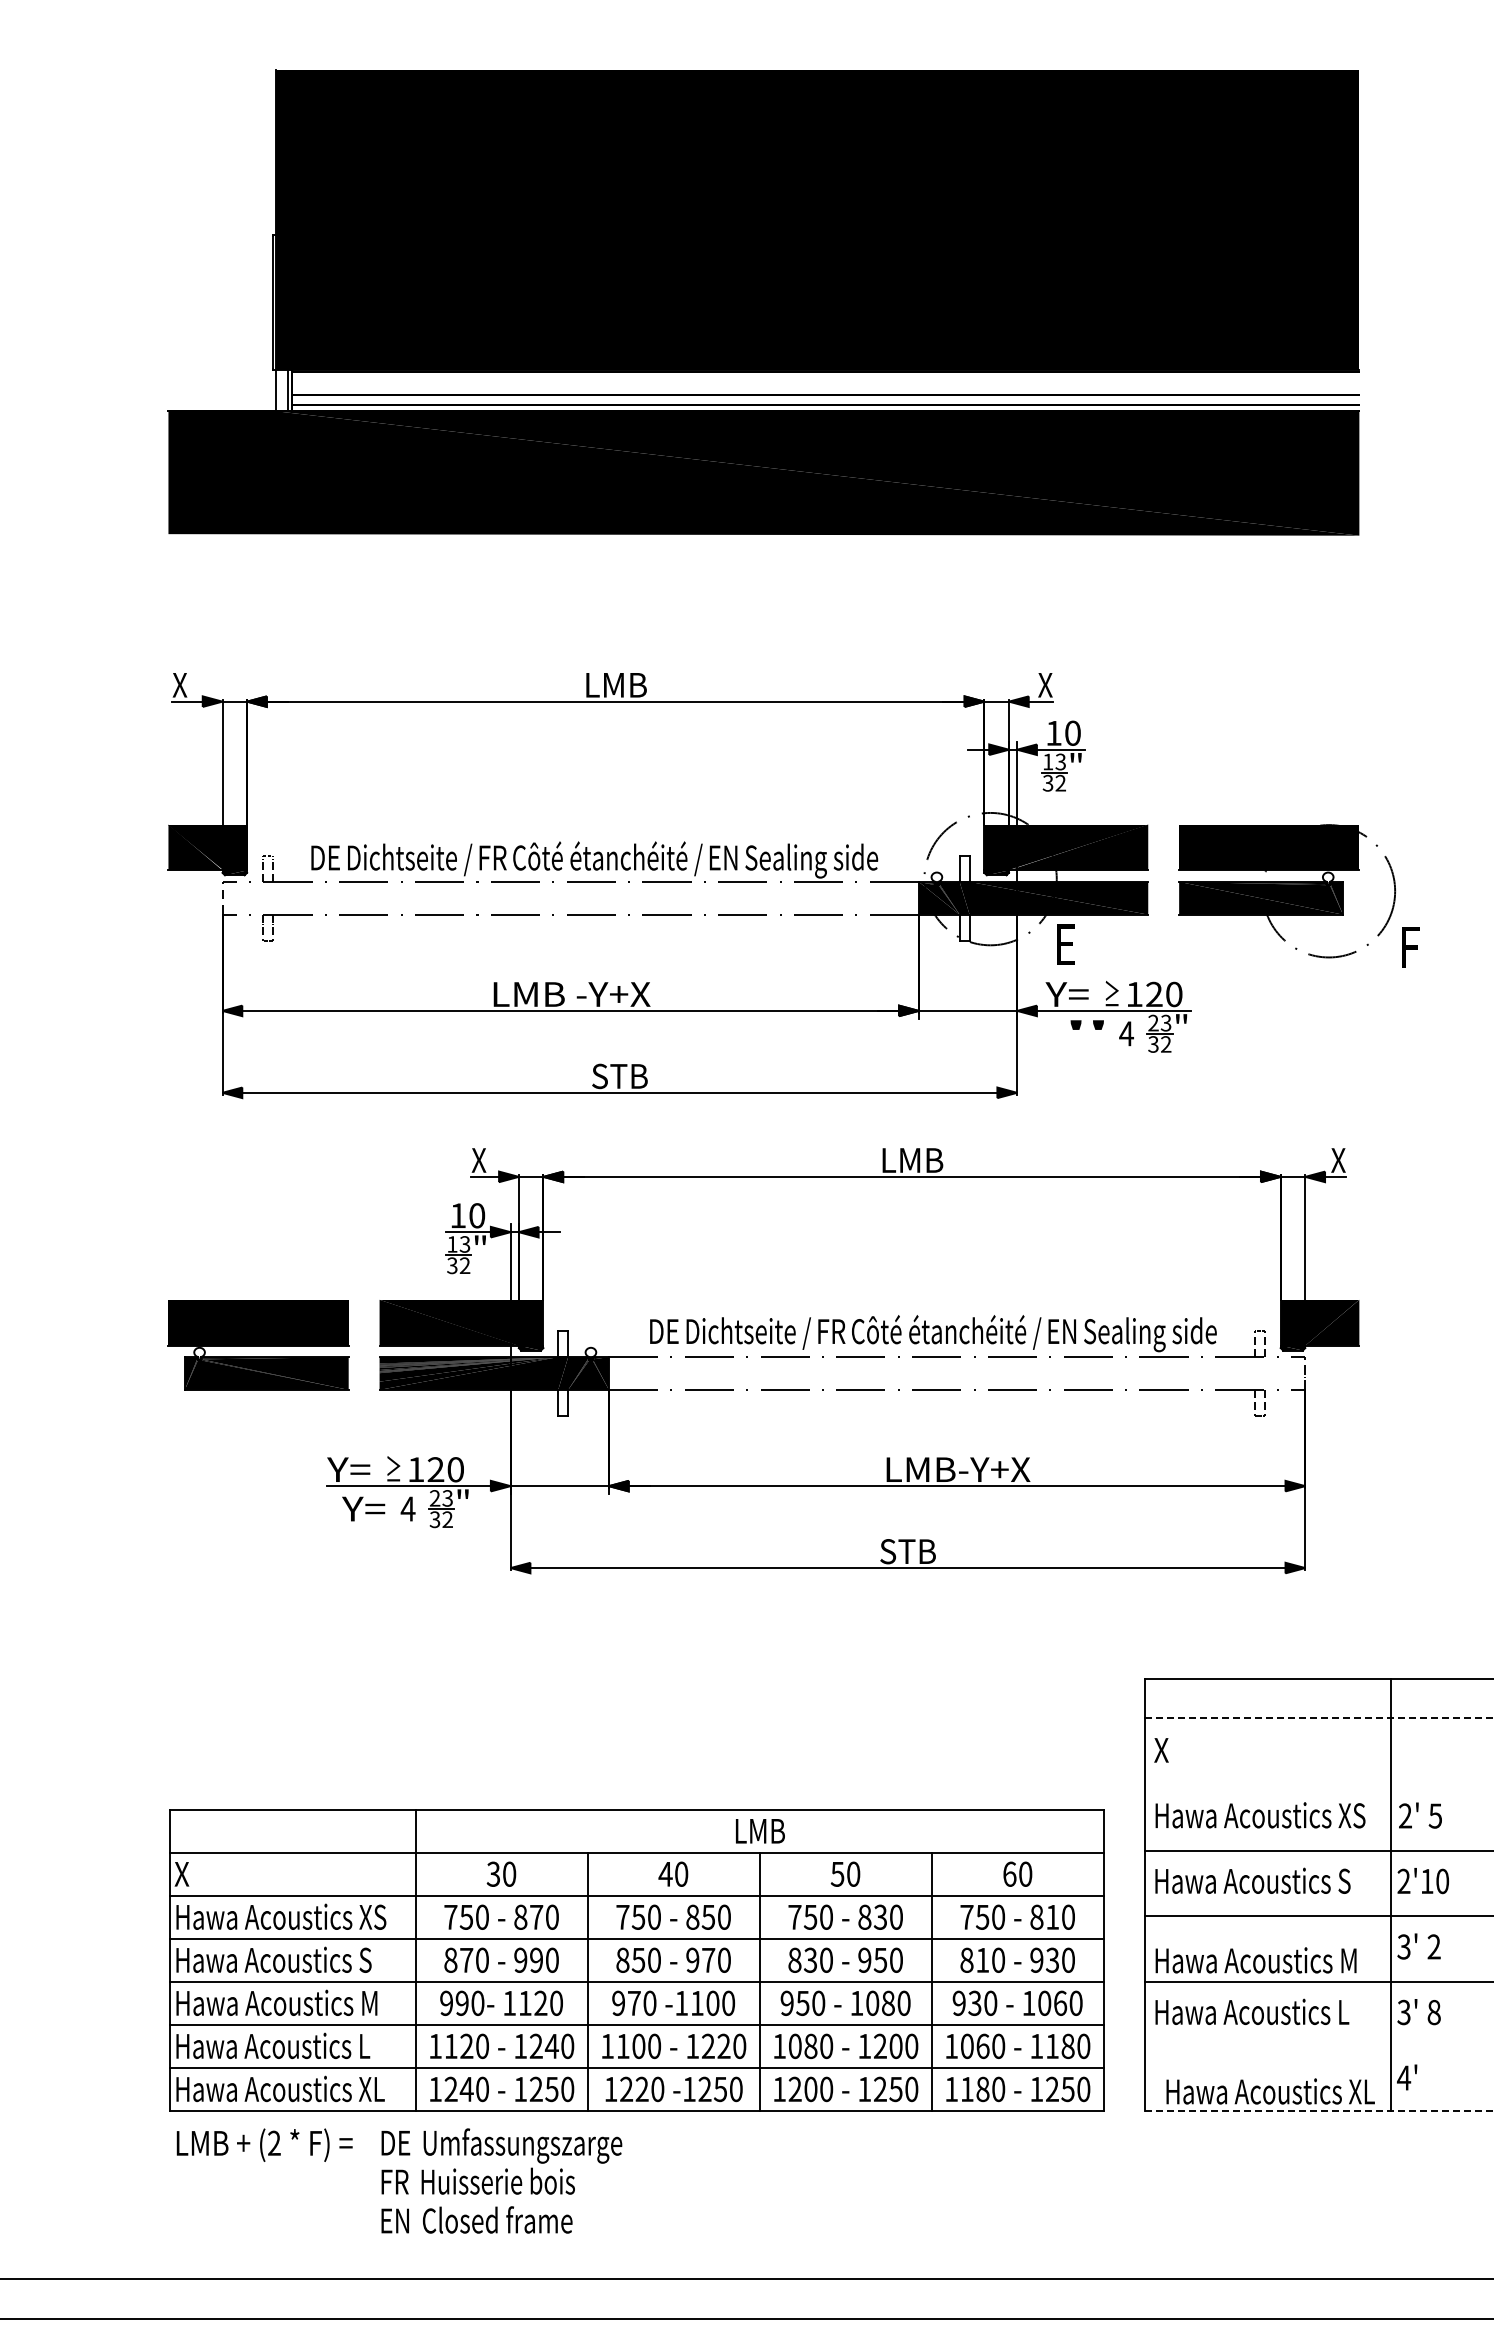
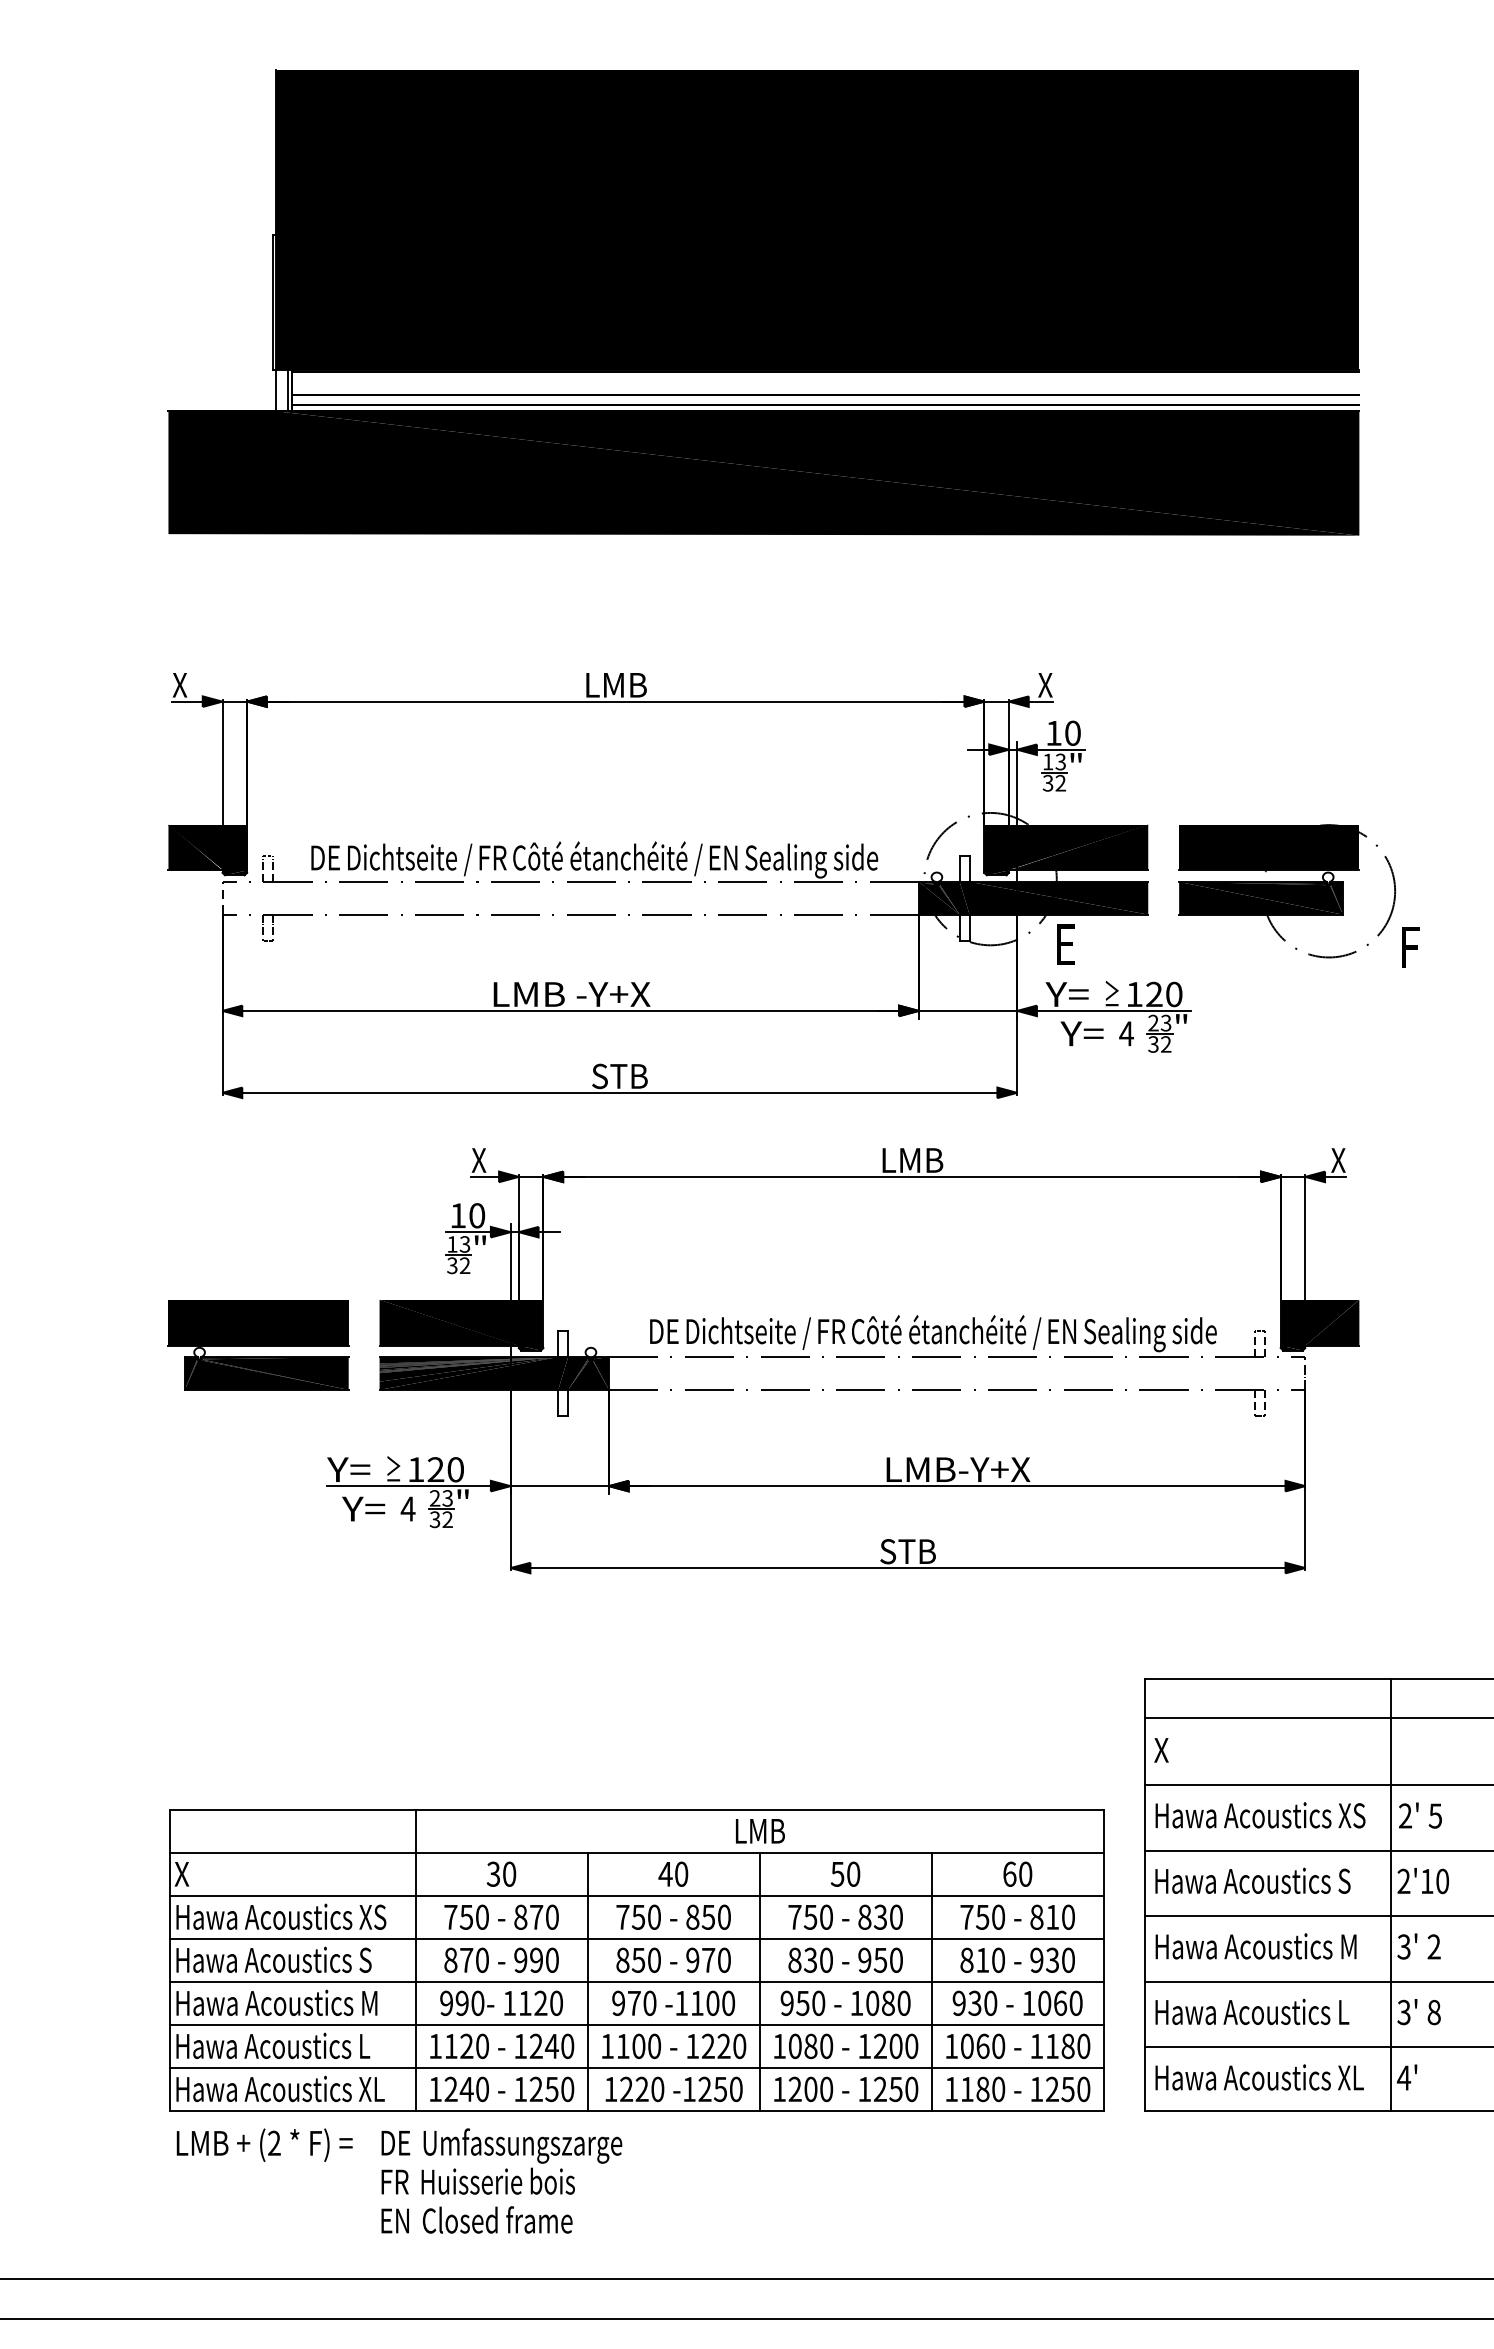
text at (1081, 1033): " -> Y=
line at (1319, 1717): dashed -> solid
line at (1317, 1785): none -> present
text at (1255, 1960) position: (1255, 1960) -> (1255, 1946)
line at (1317, 2047): none -> present
text at (1270, 2091) position: (1270, 2091) -> (1259, 2077)
line at (1319, 2110): dashed -> solid
